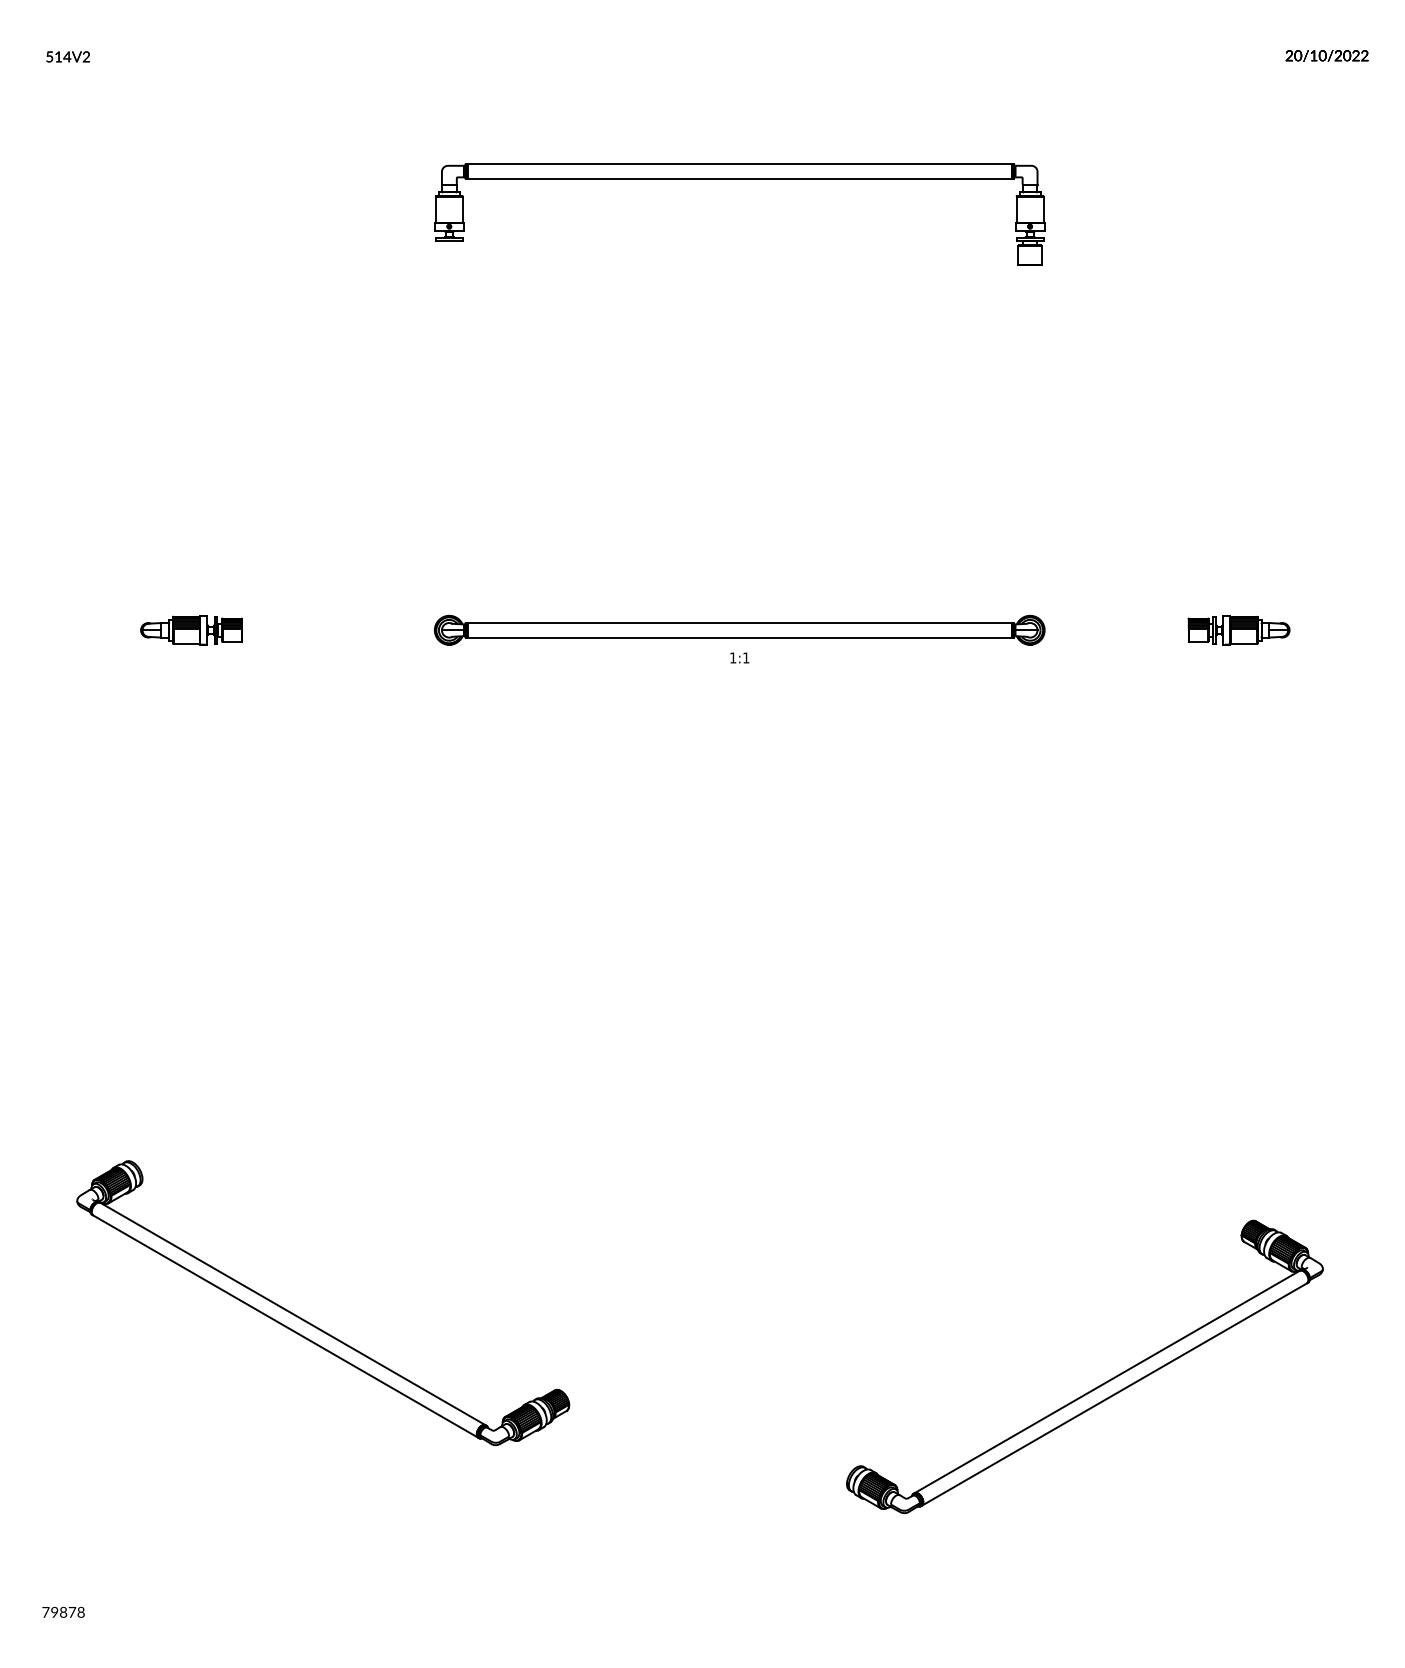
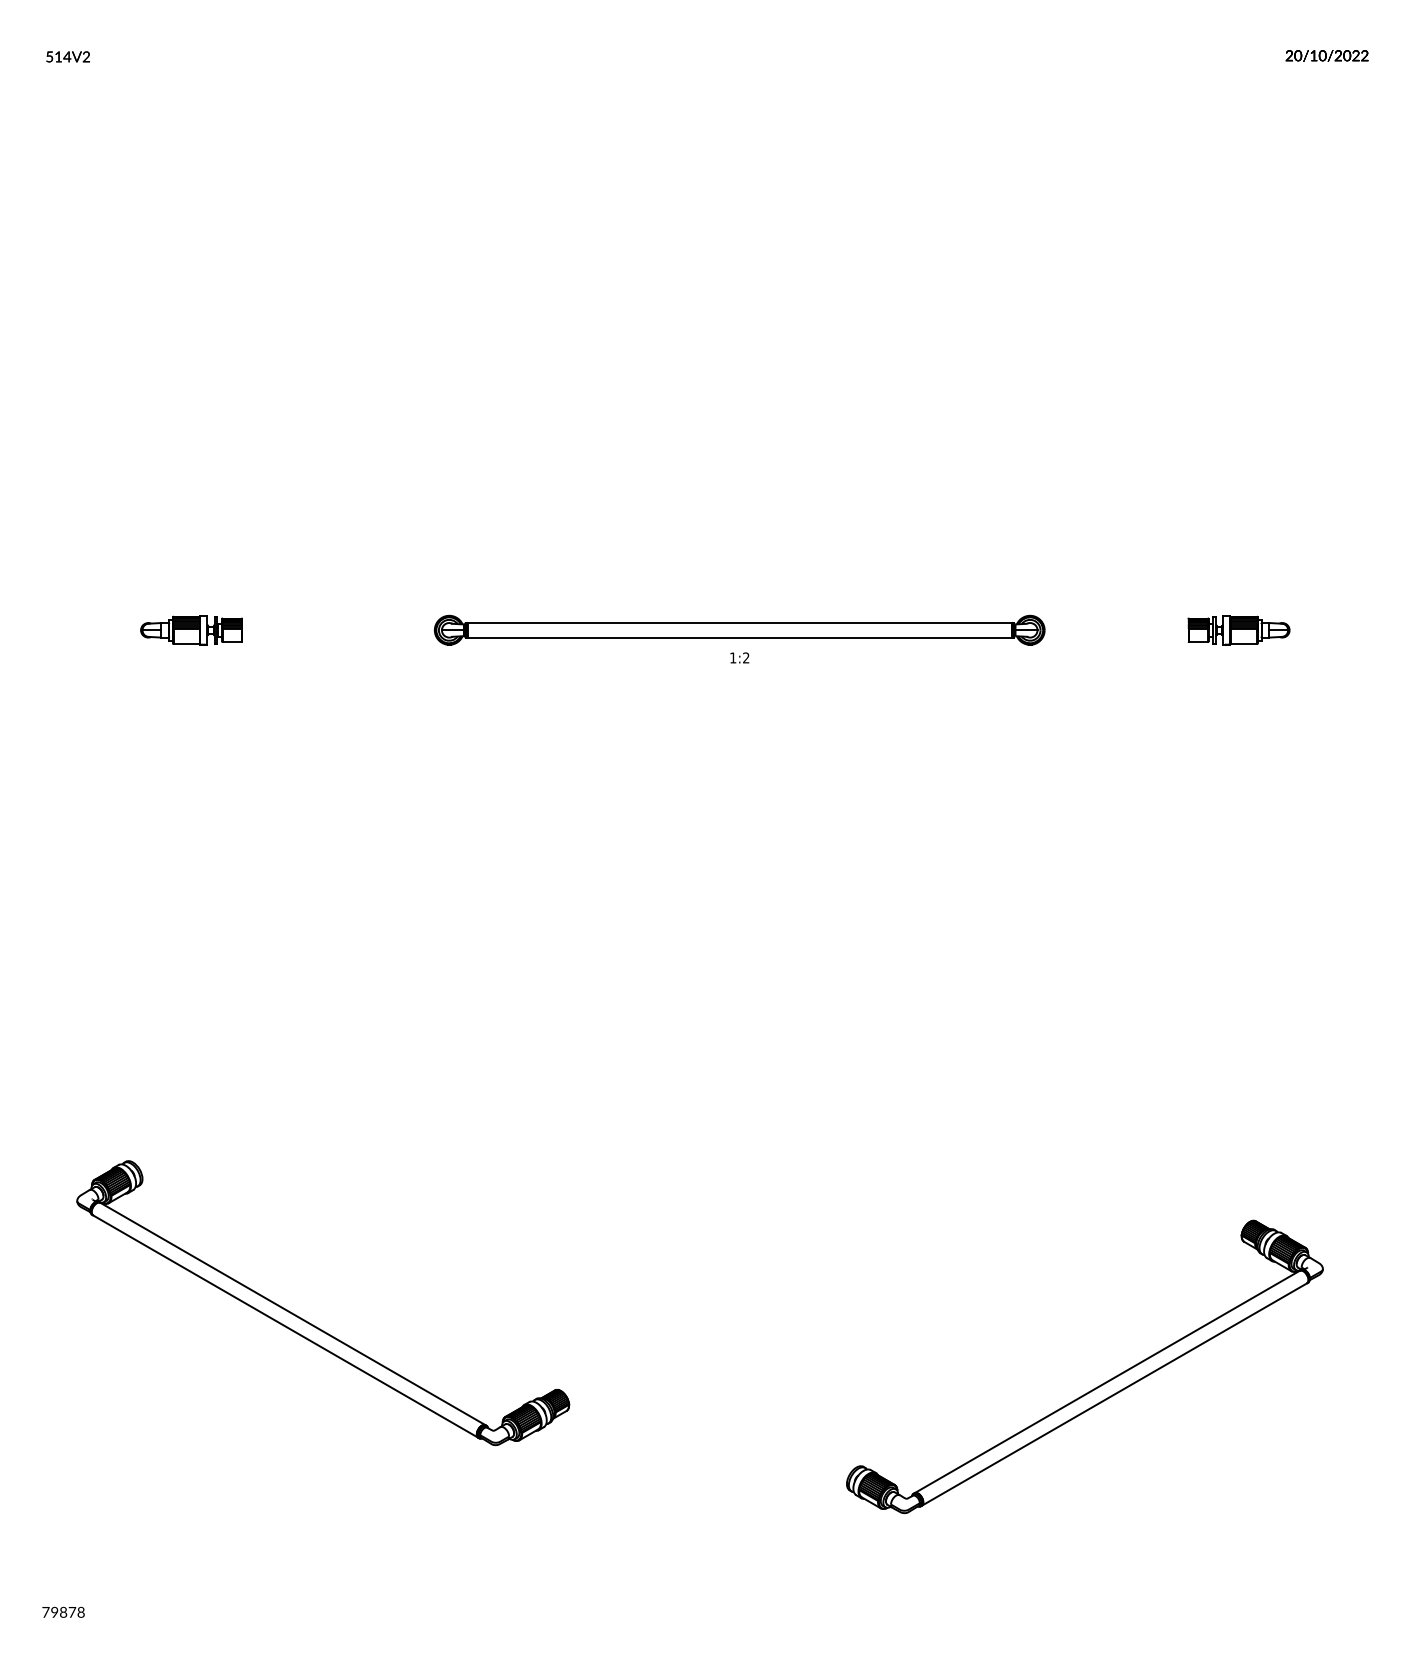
part at (739, 179): present -> none
text at (746, 657): 1:1 -> 1:2
